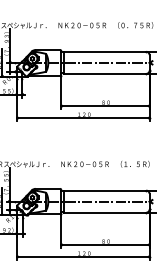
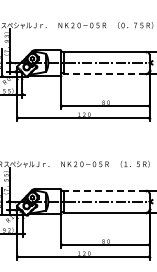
line at (104, 73): solid -> dashed
line at (104, 190): solid -> dashed
